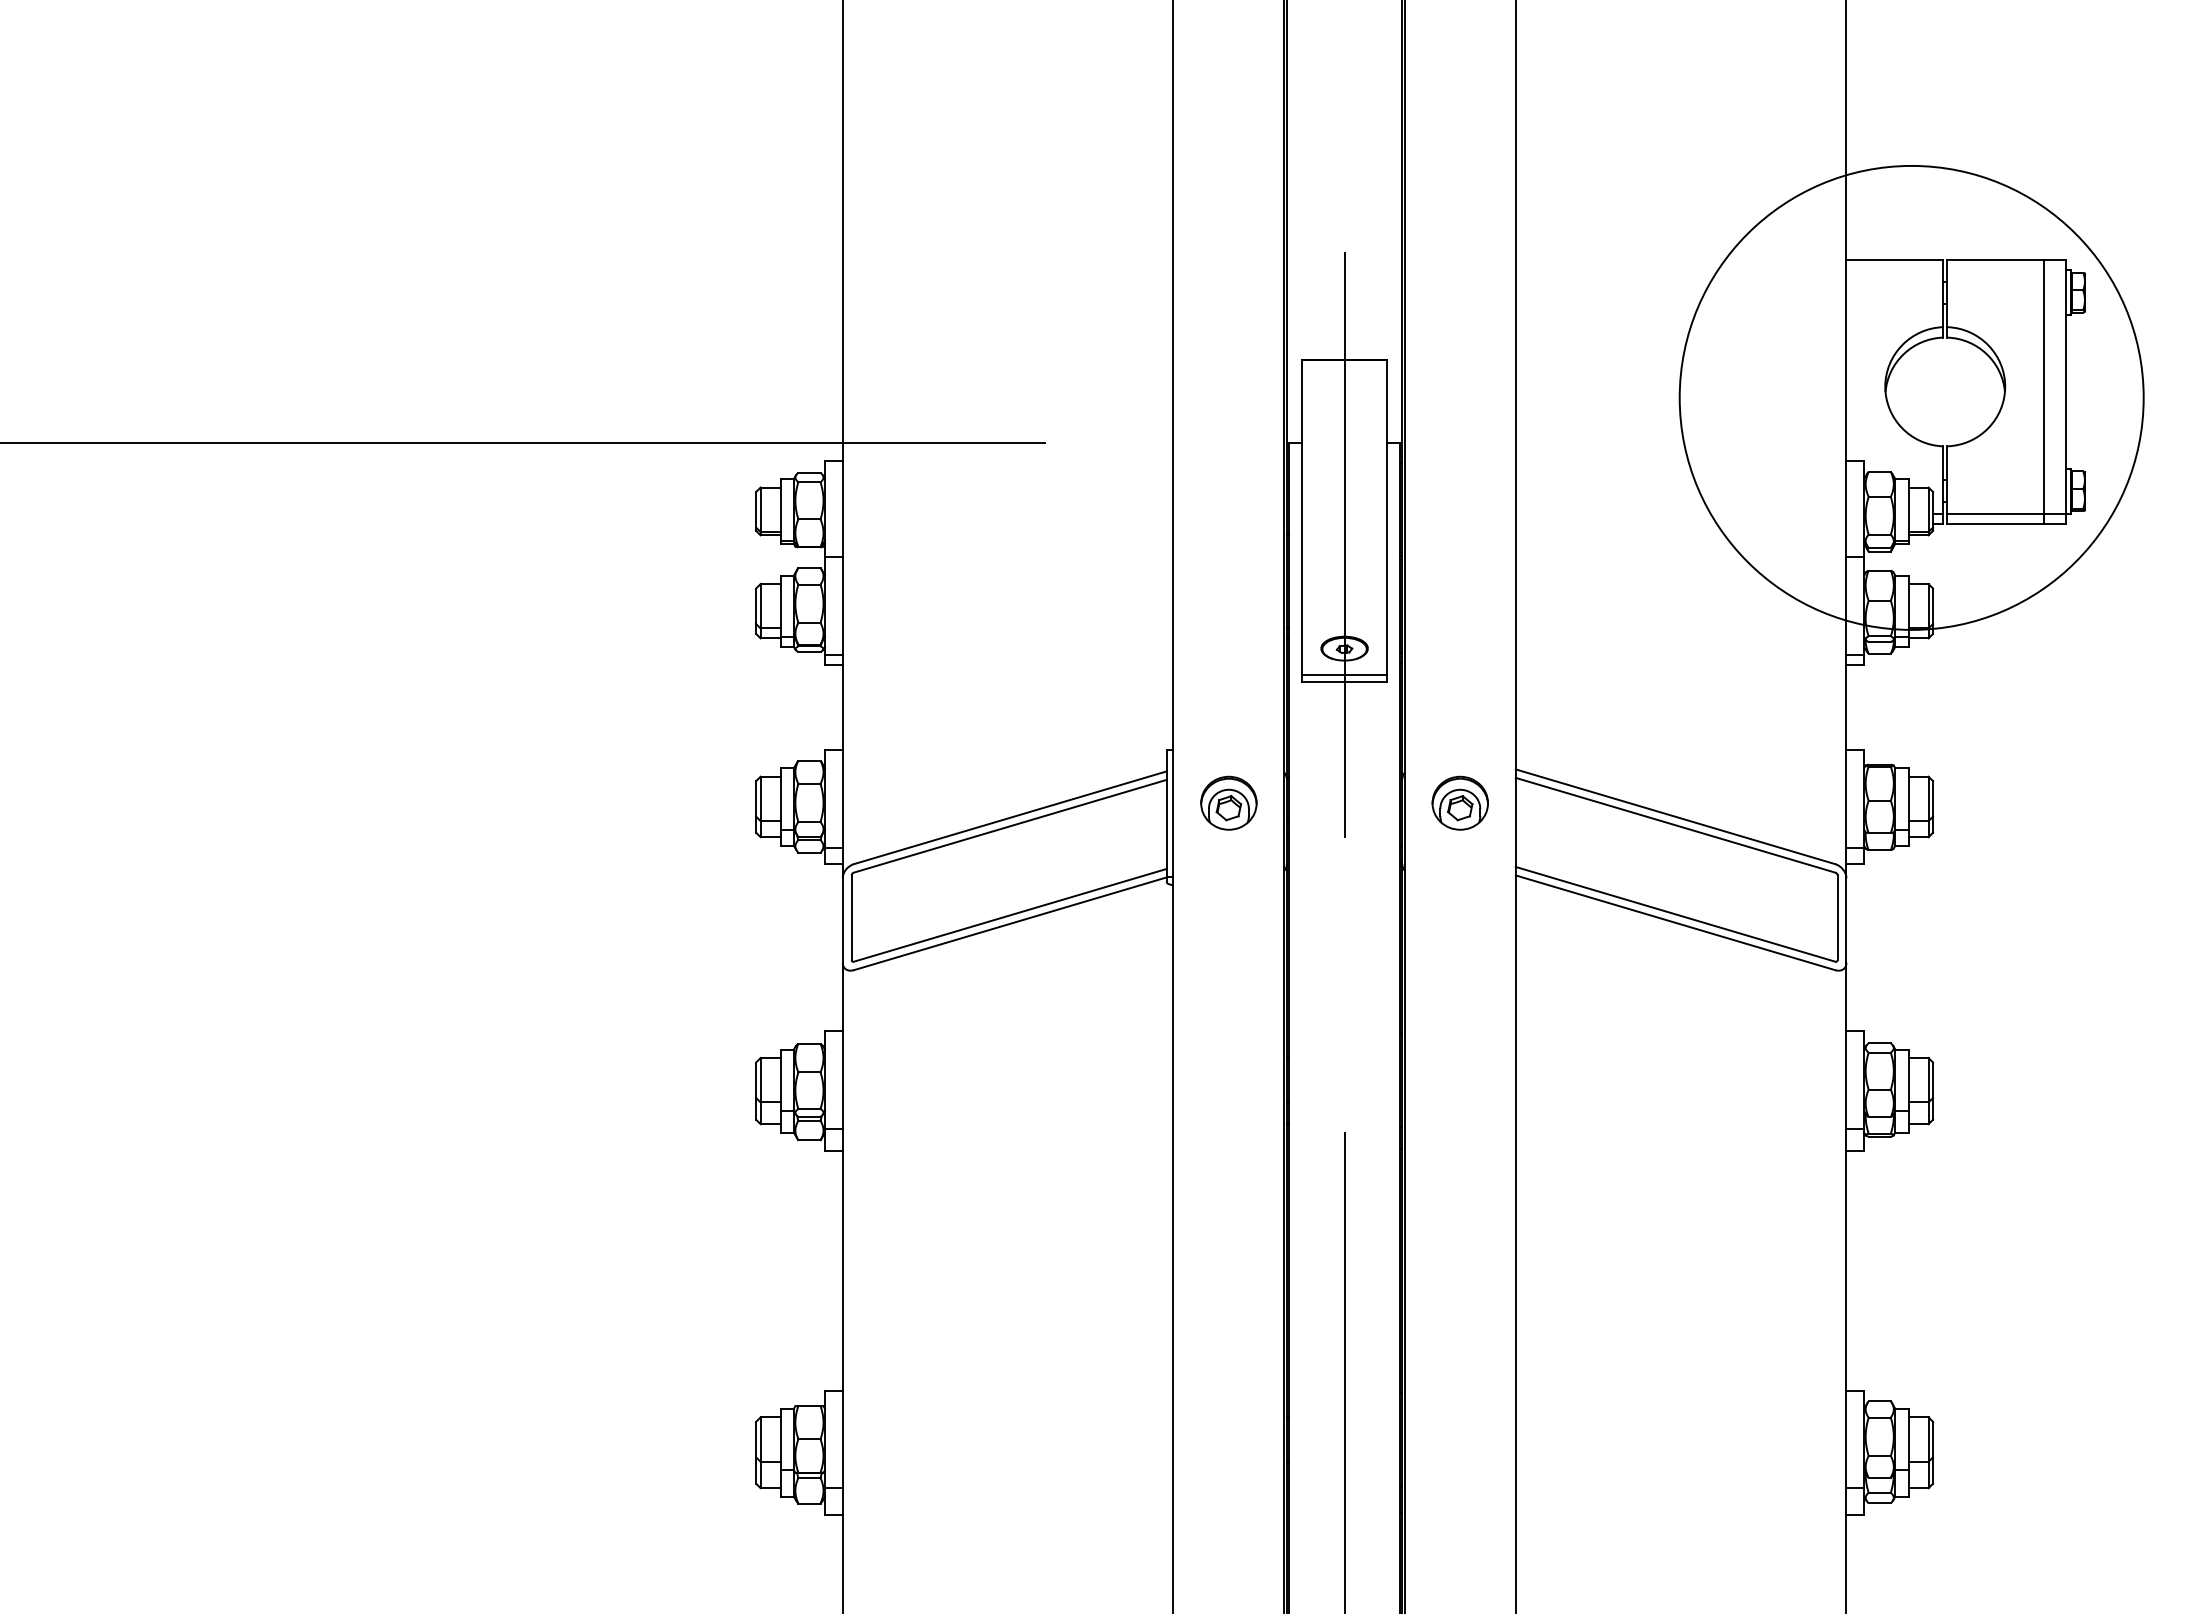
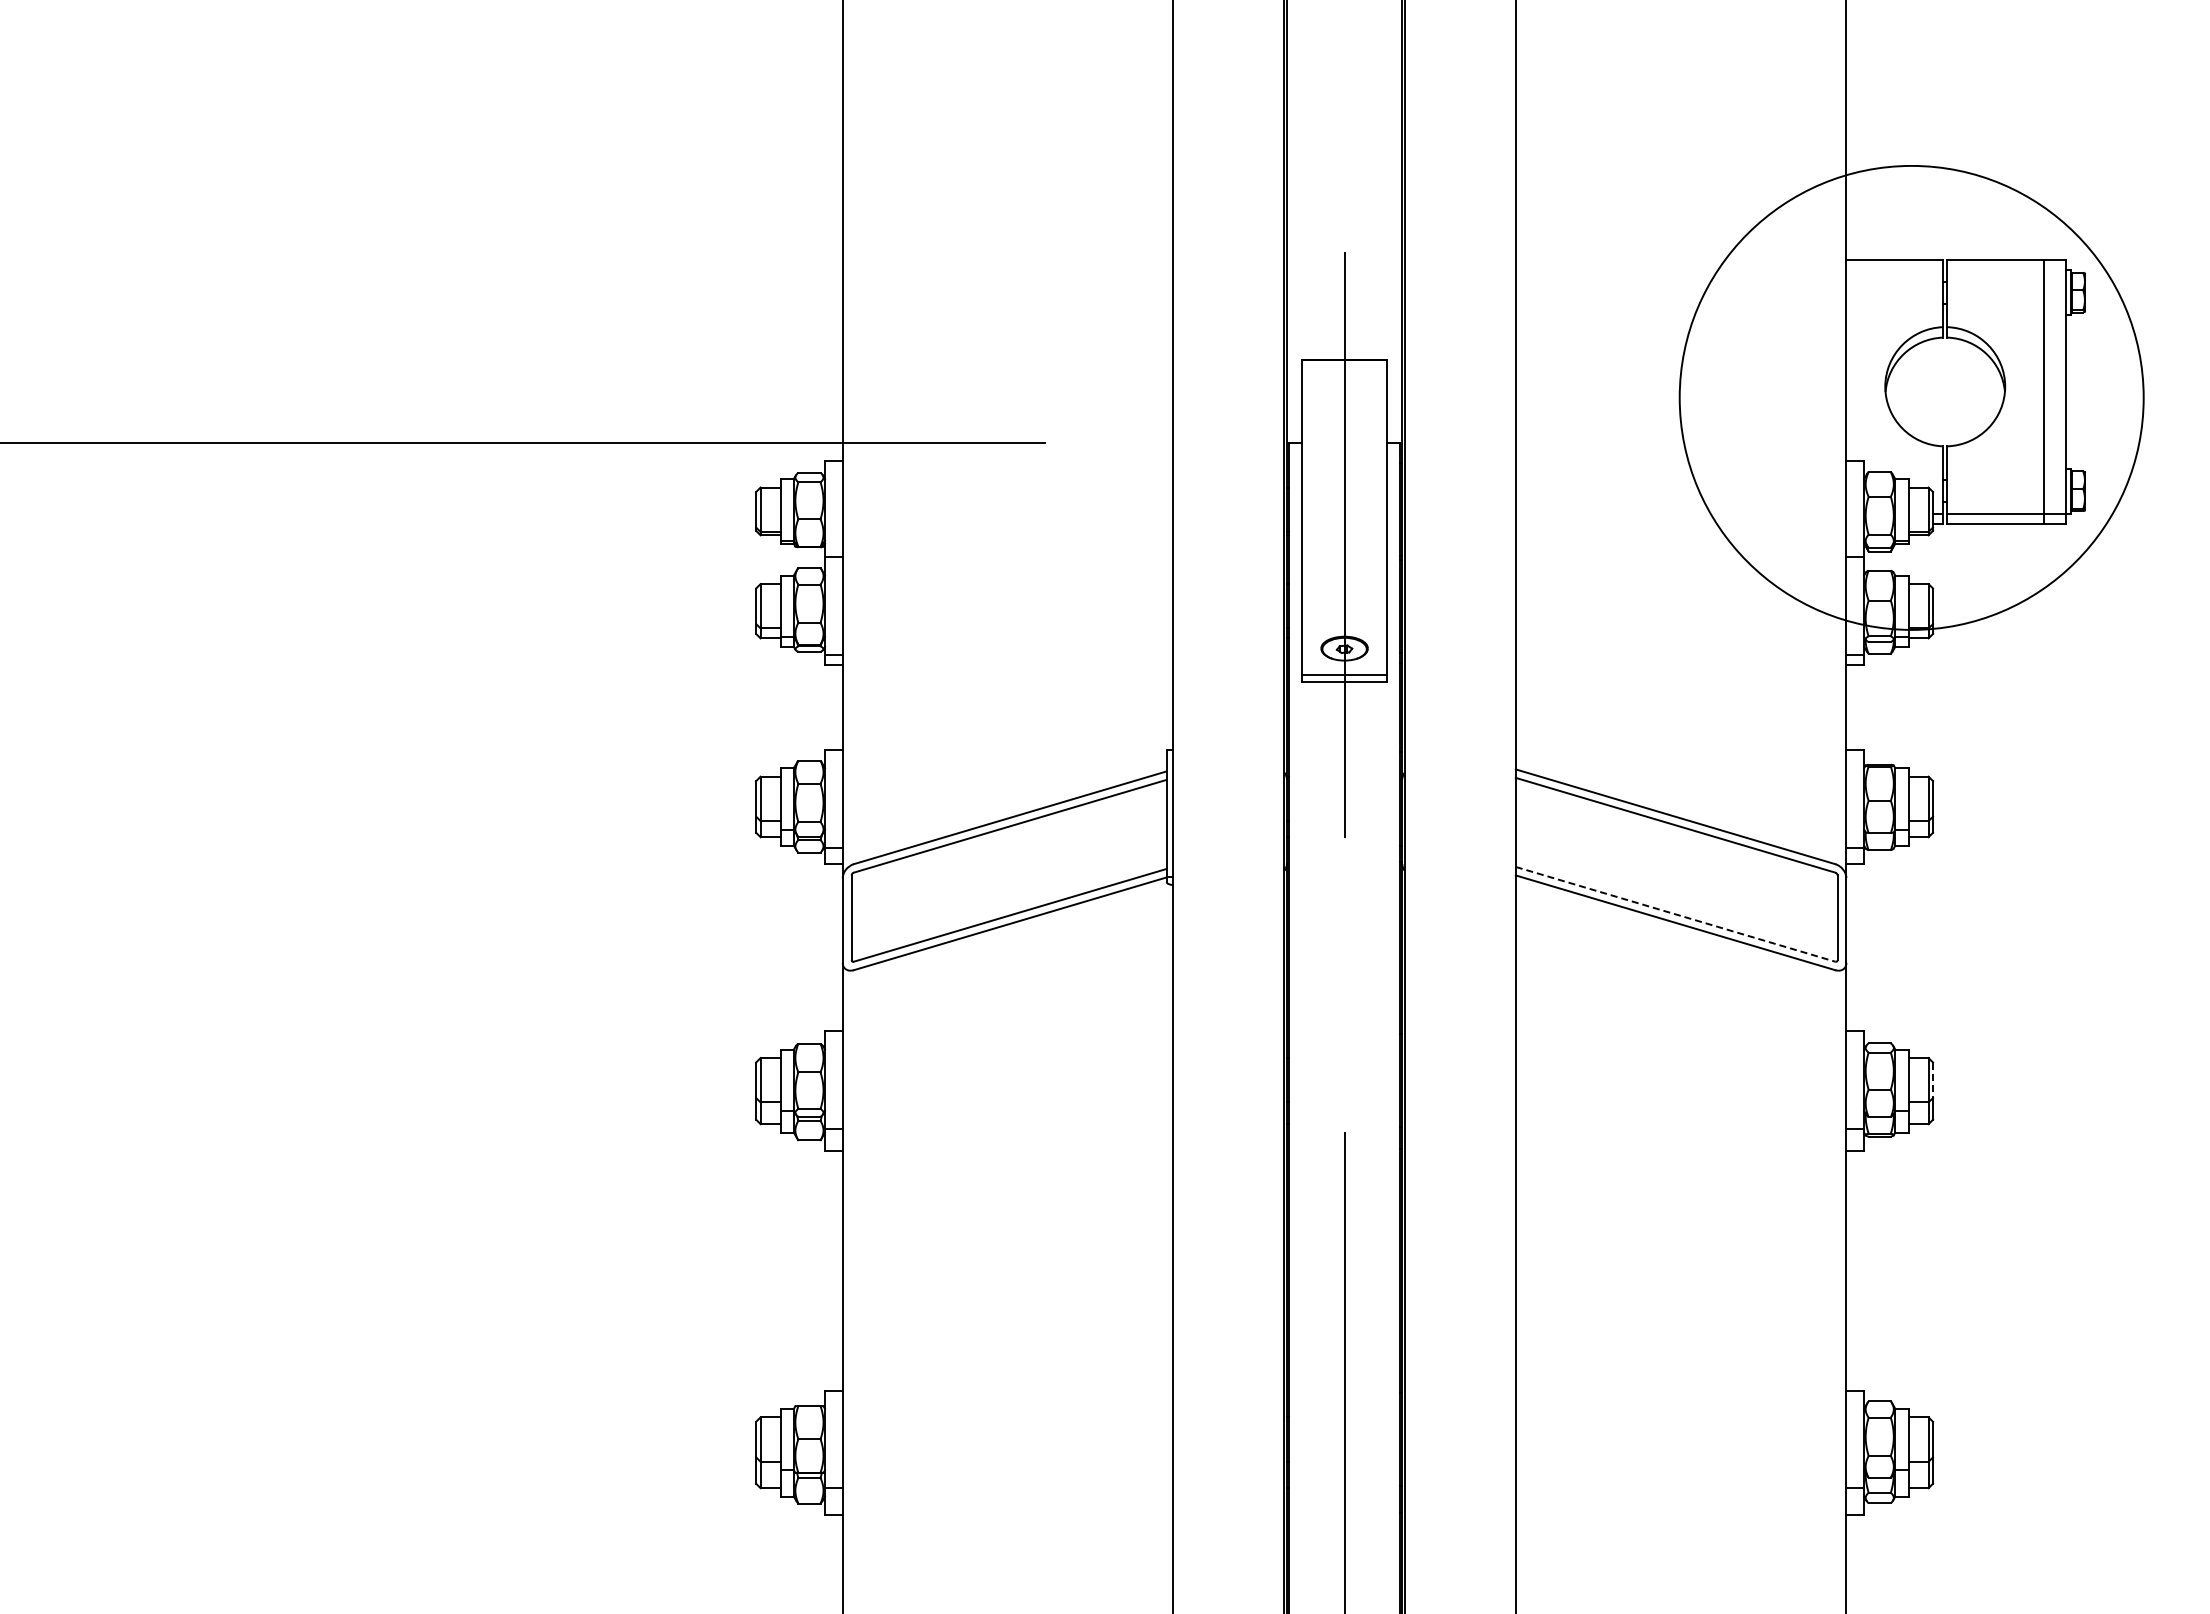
part at (1228, 802): present -> none
part at (1459, 802): present -> none
line at (1675, 914): solid -> dashed
line at (1933, 1080): solid -> dashed
